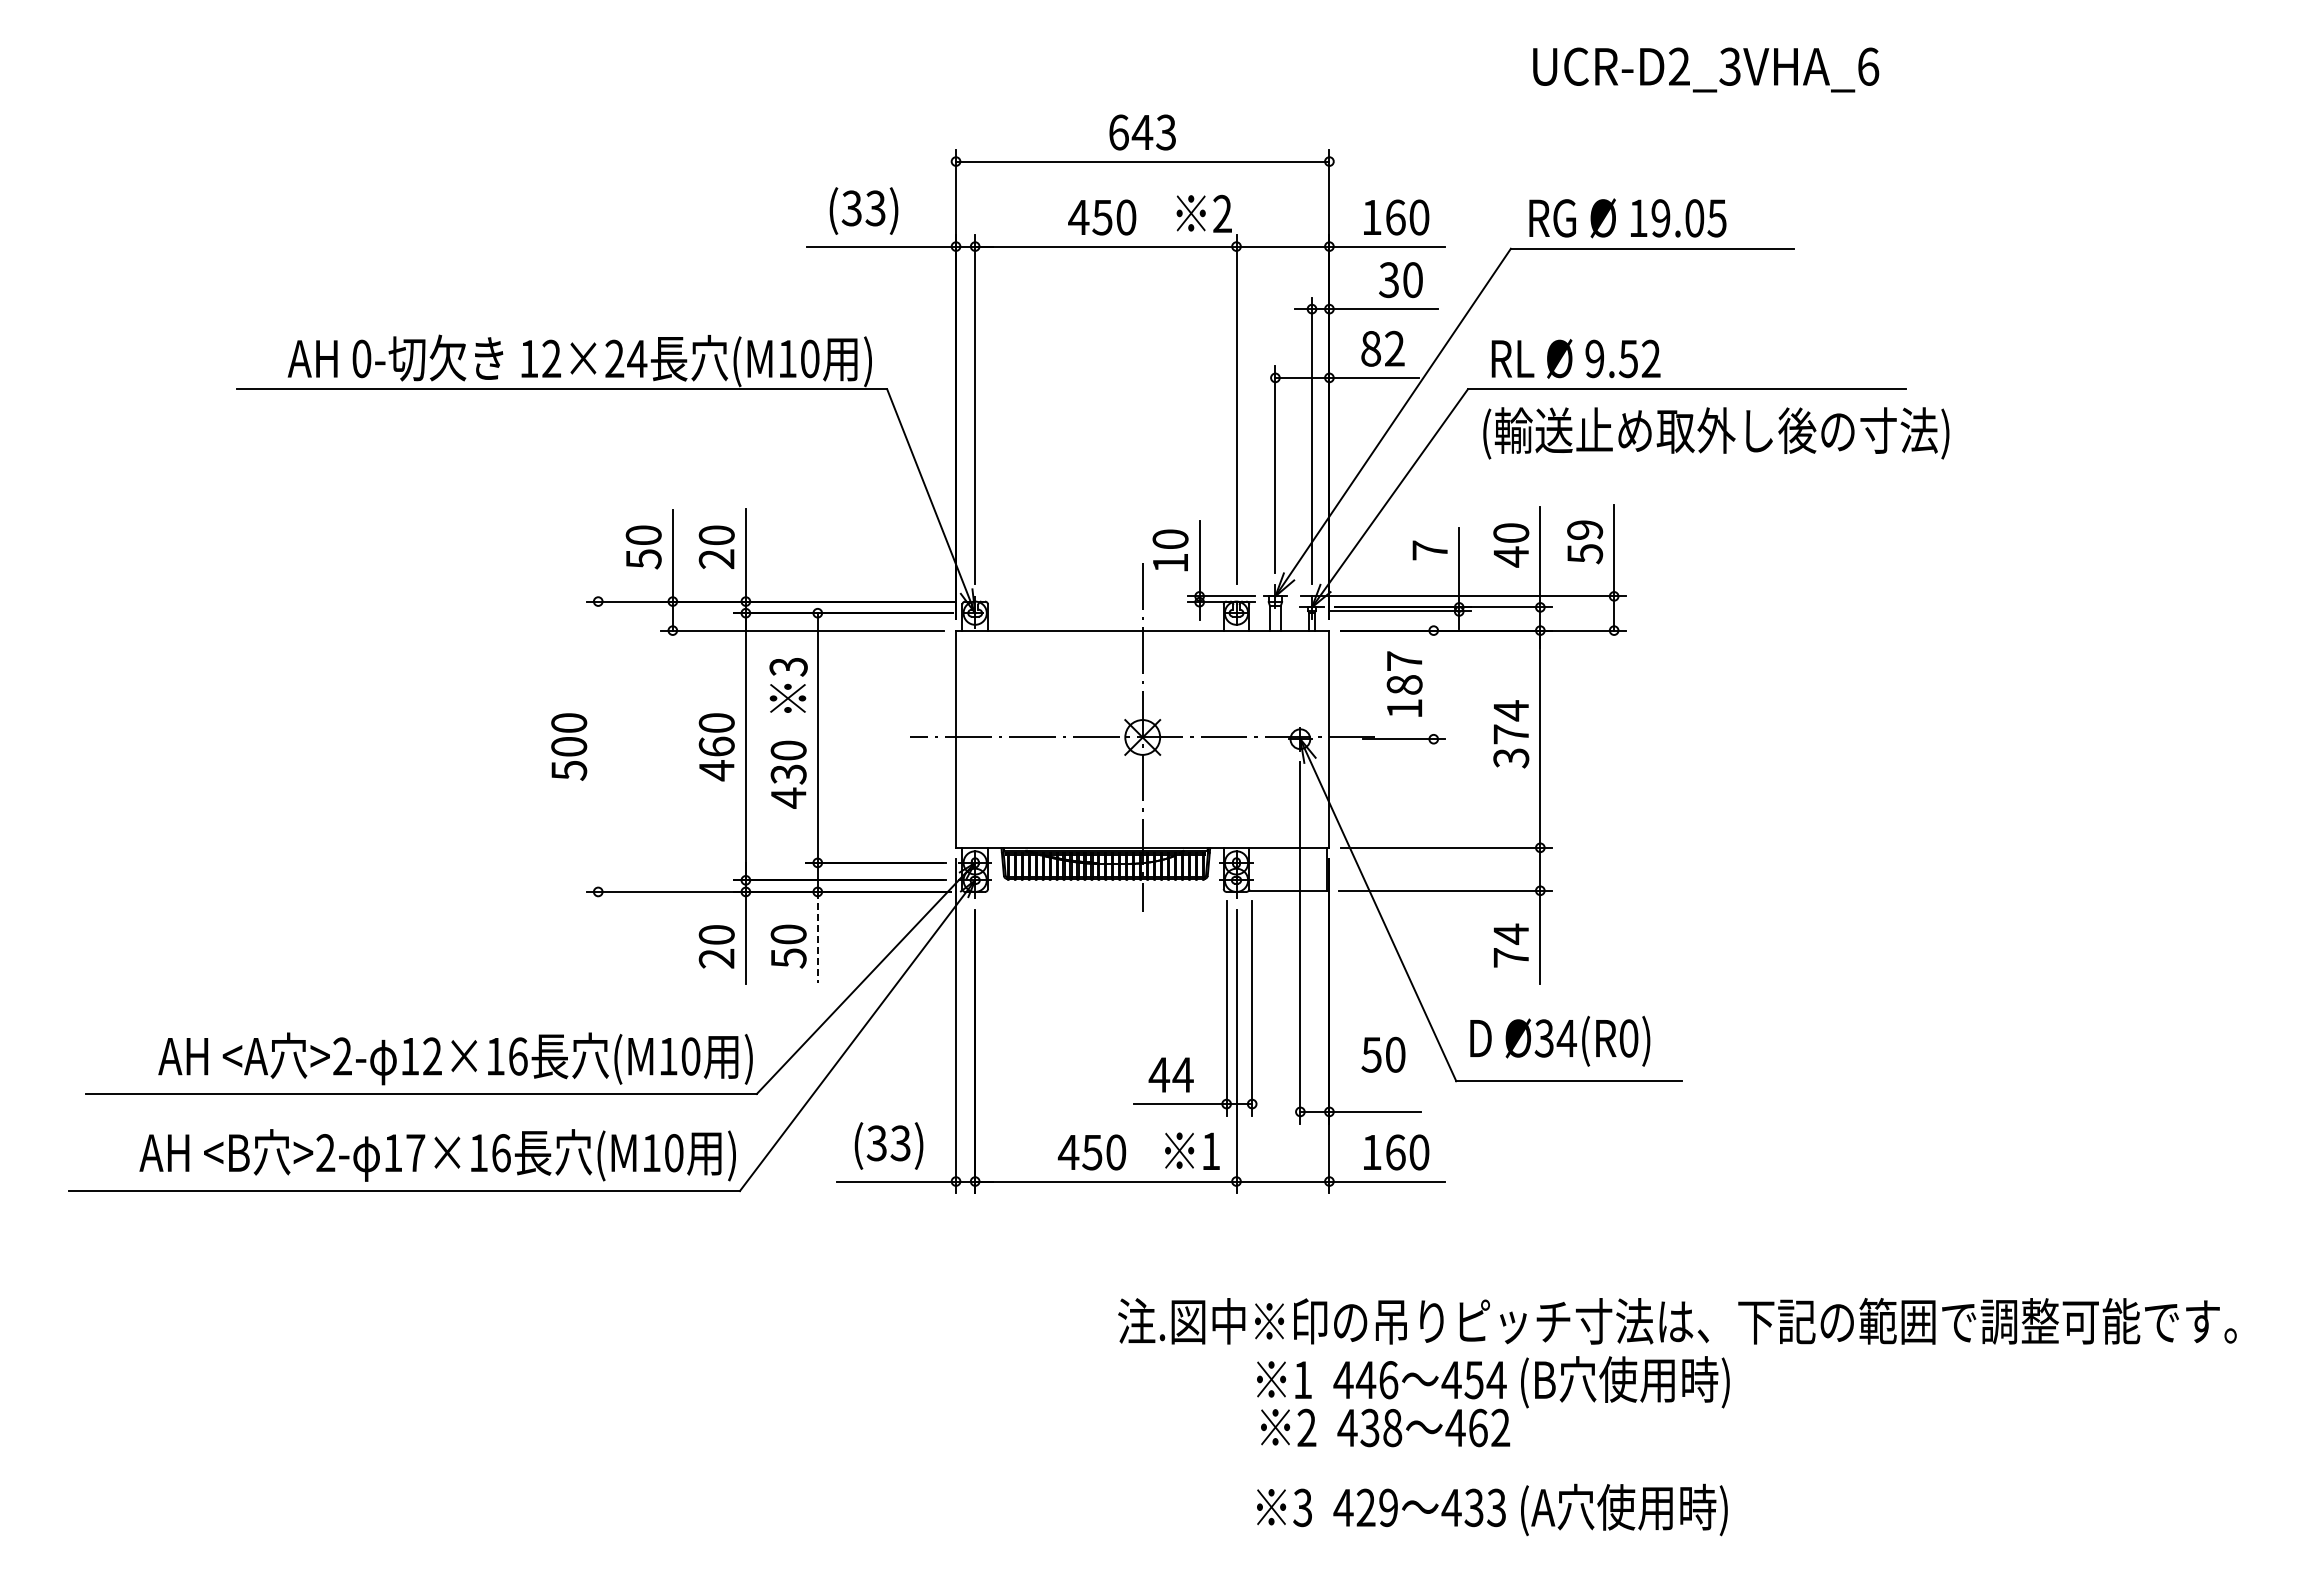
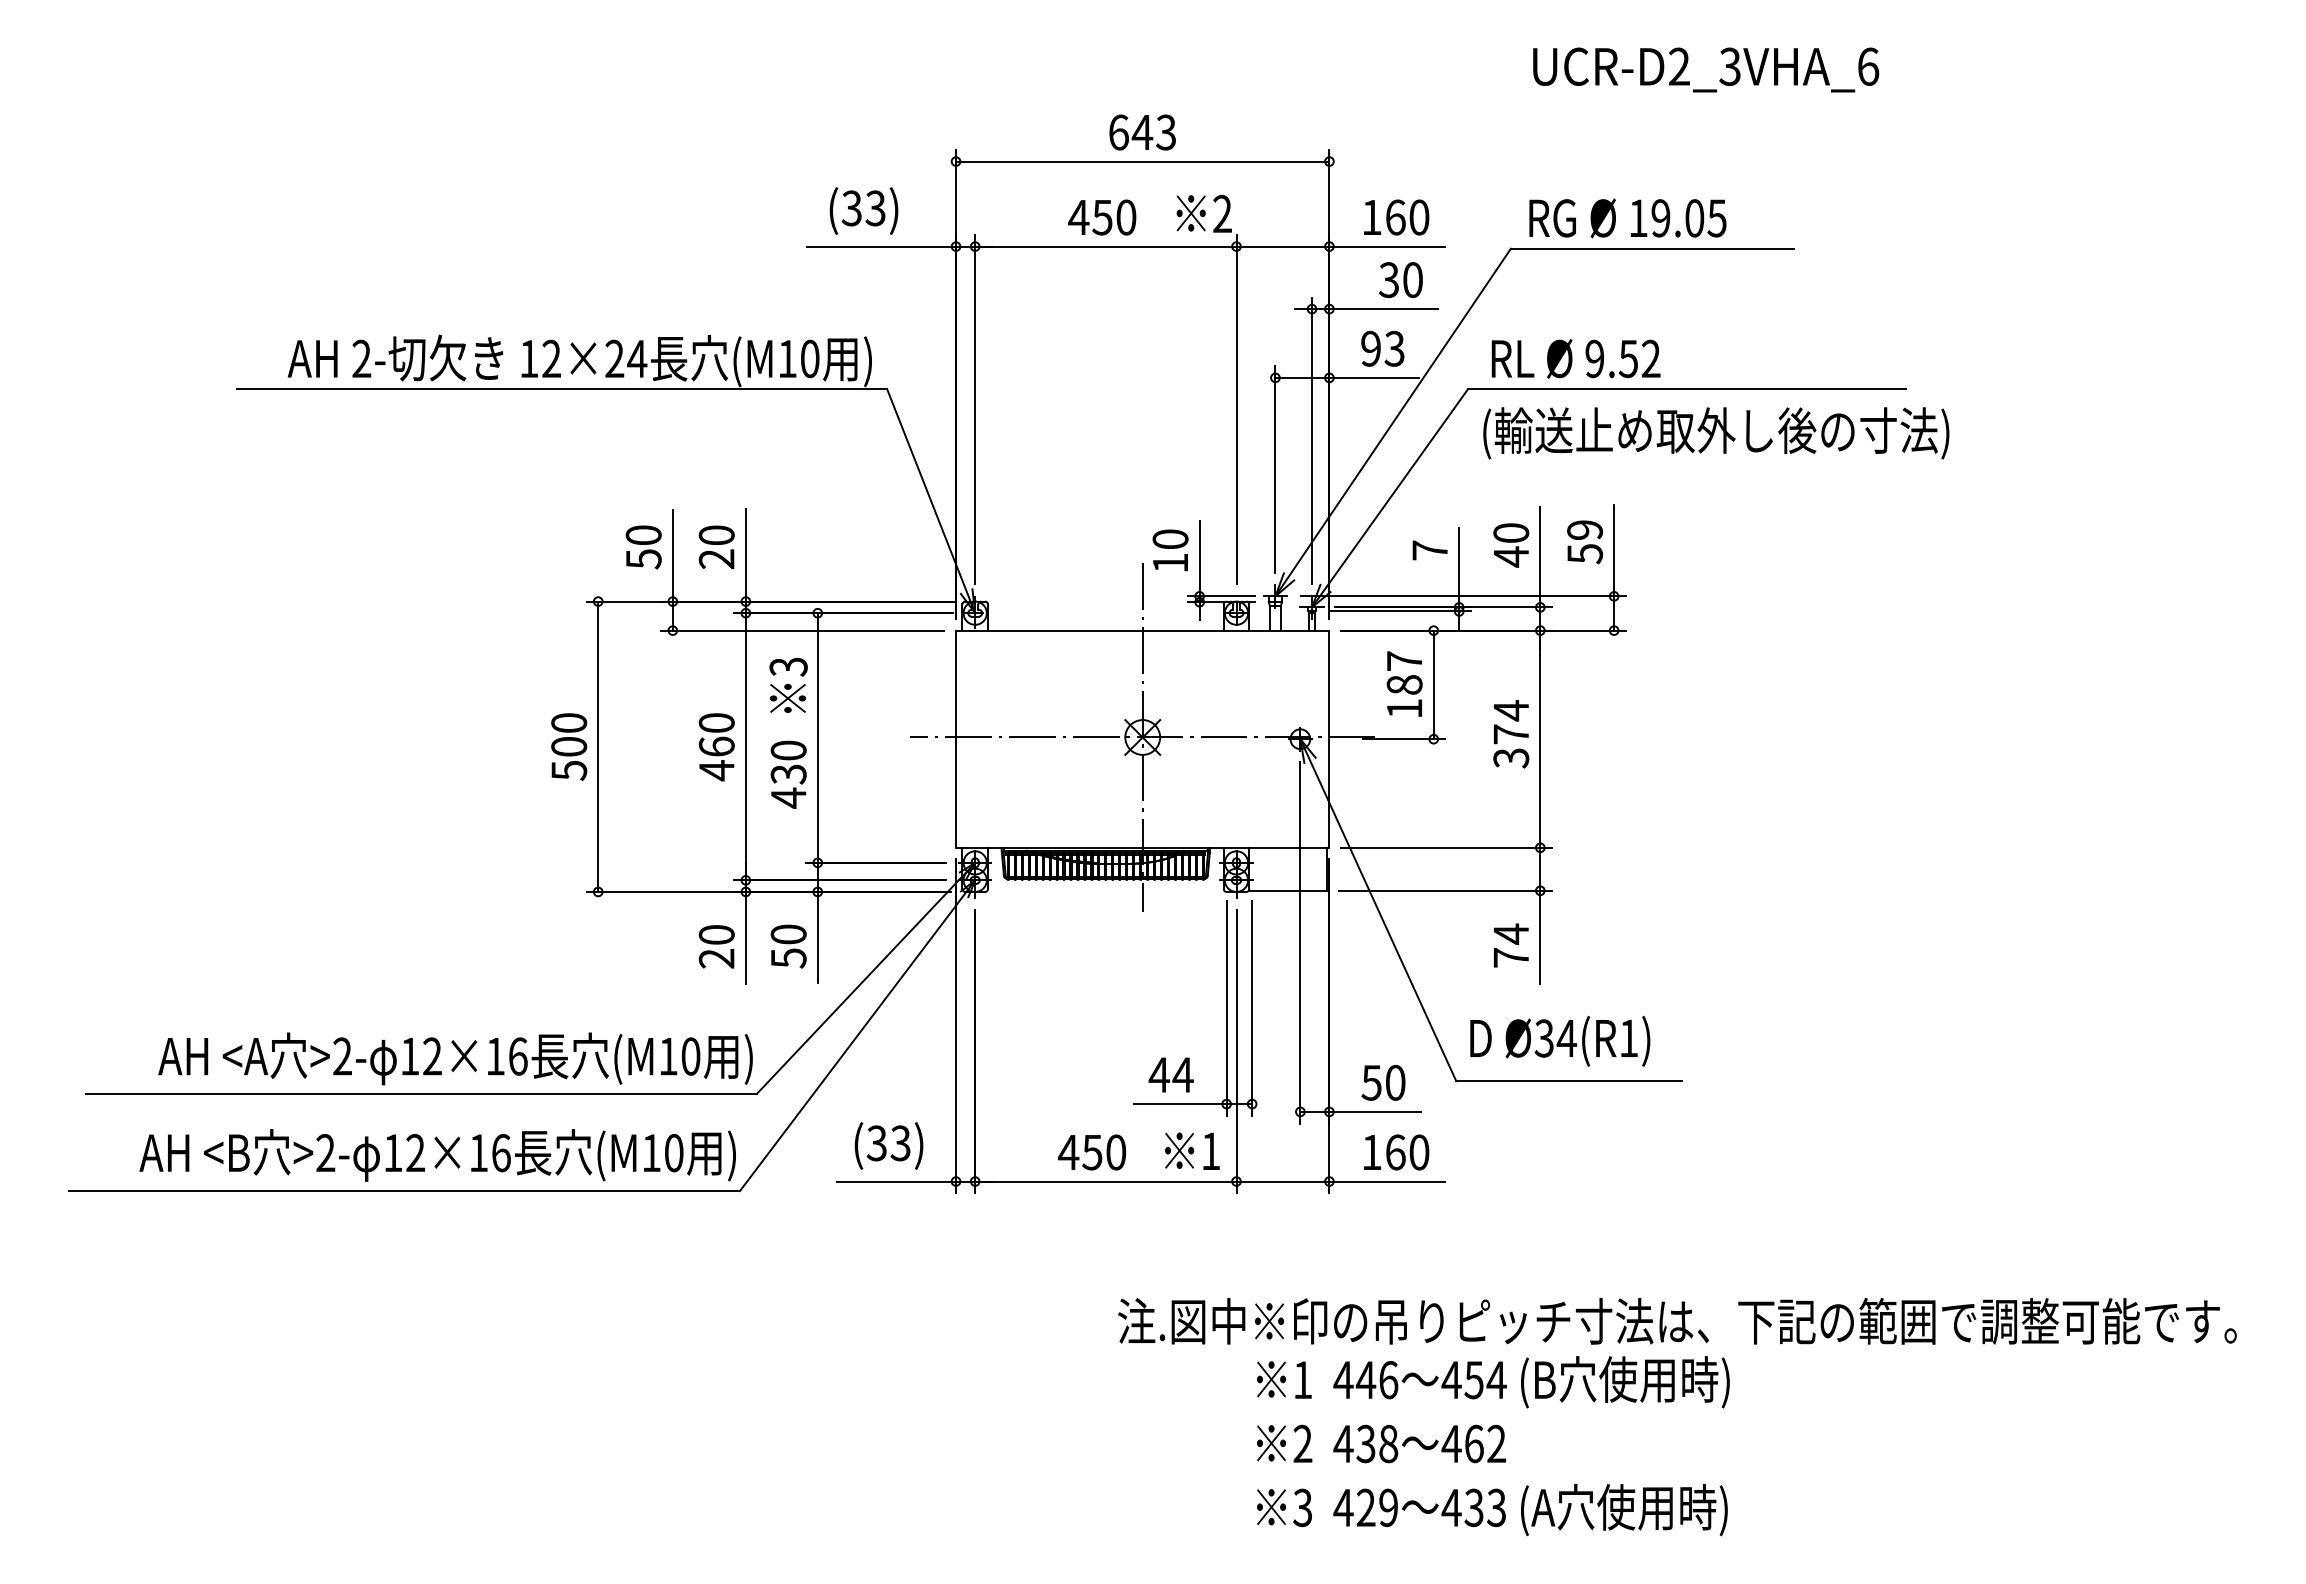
text at (1382, 348): 82 -> 93
text at (361, 358): 0- -> 2-
line at (1433, 684): none -> present
line at (598, 746): none -> present
line at (817, 937): dashed -> solid
text at (1628, 1038): Ø34(R0) -> Ø34(R1)
text at (1383, 1054) position: (1383, 1054) -> (1383, 1082)
text at (415, 1152): 17×16 -> 12×16
text at (1385, 1427) position: (1385, 1427) -> (1381, 1443)
